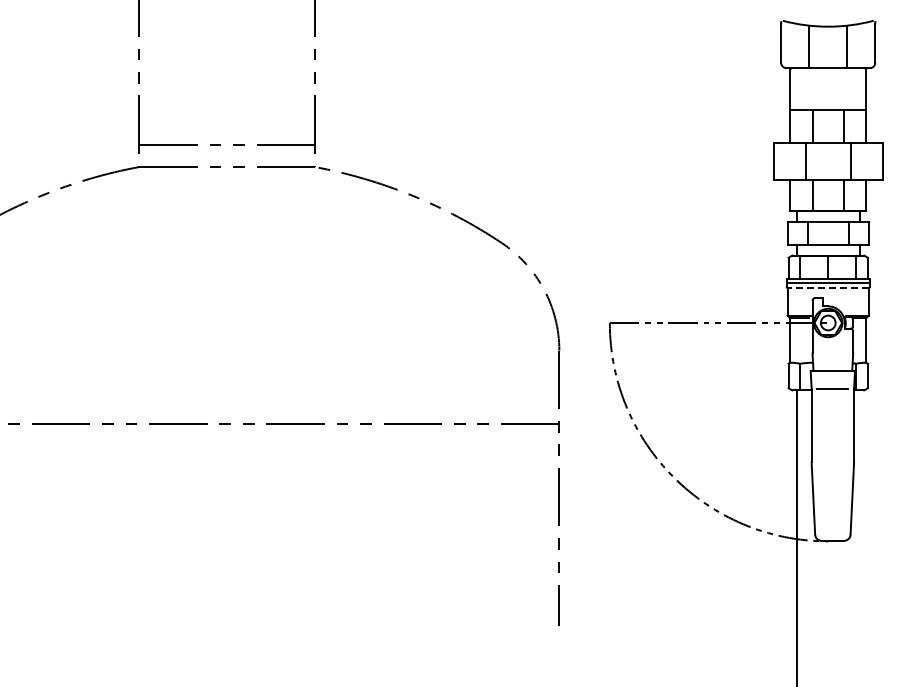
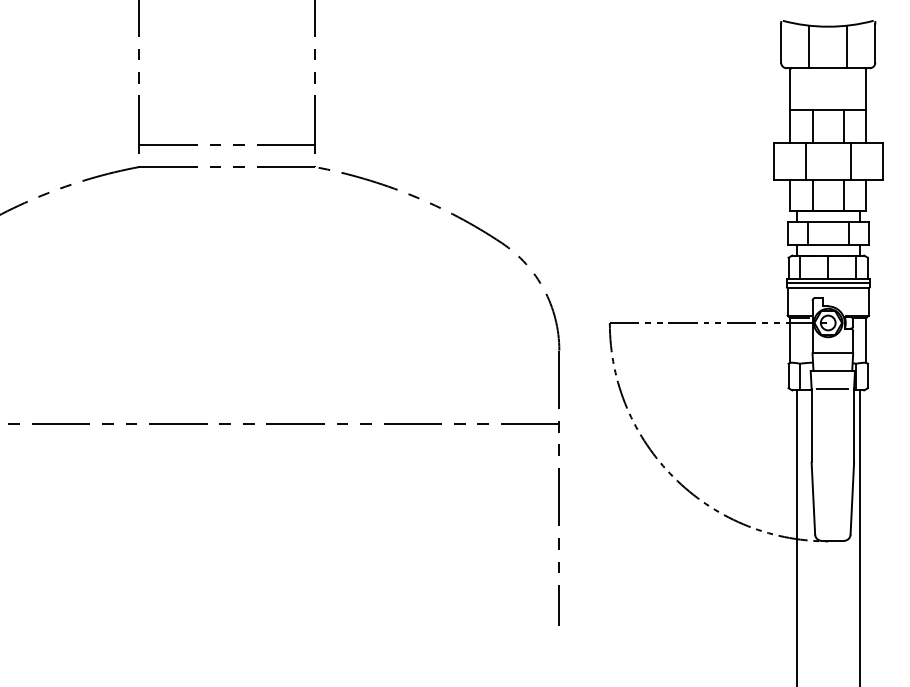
line at (828, 287): dashed -> solid
line at (832, 353): none -> present
line at (859, 536): none -> present
